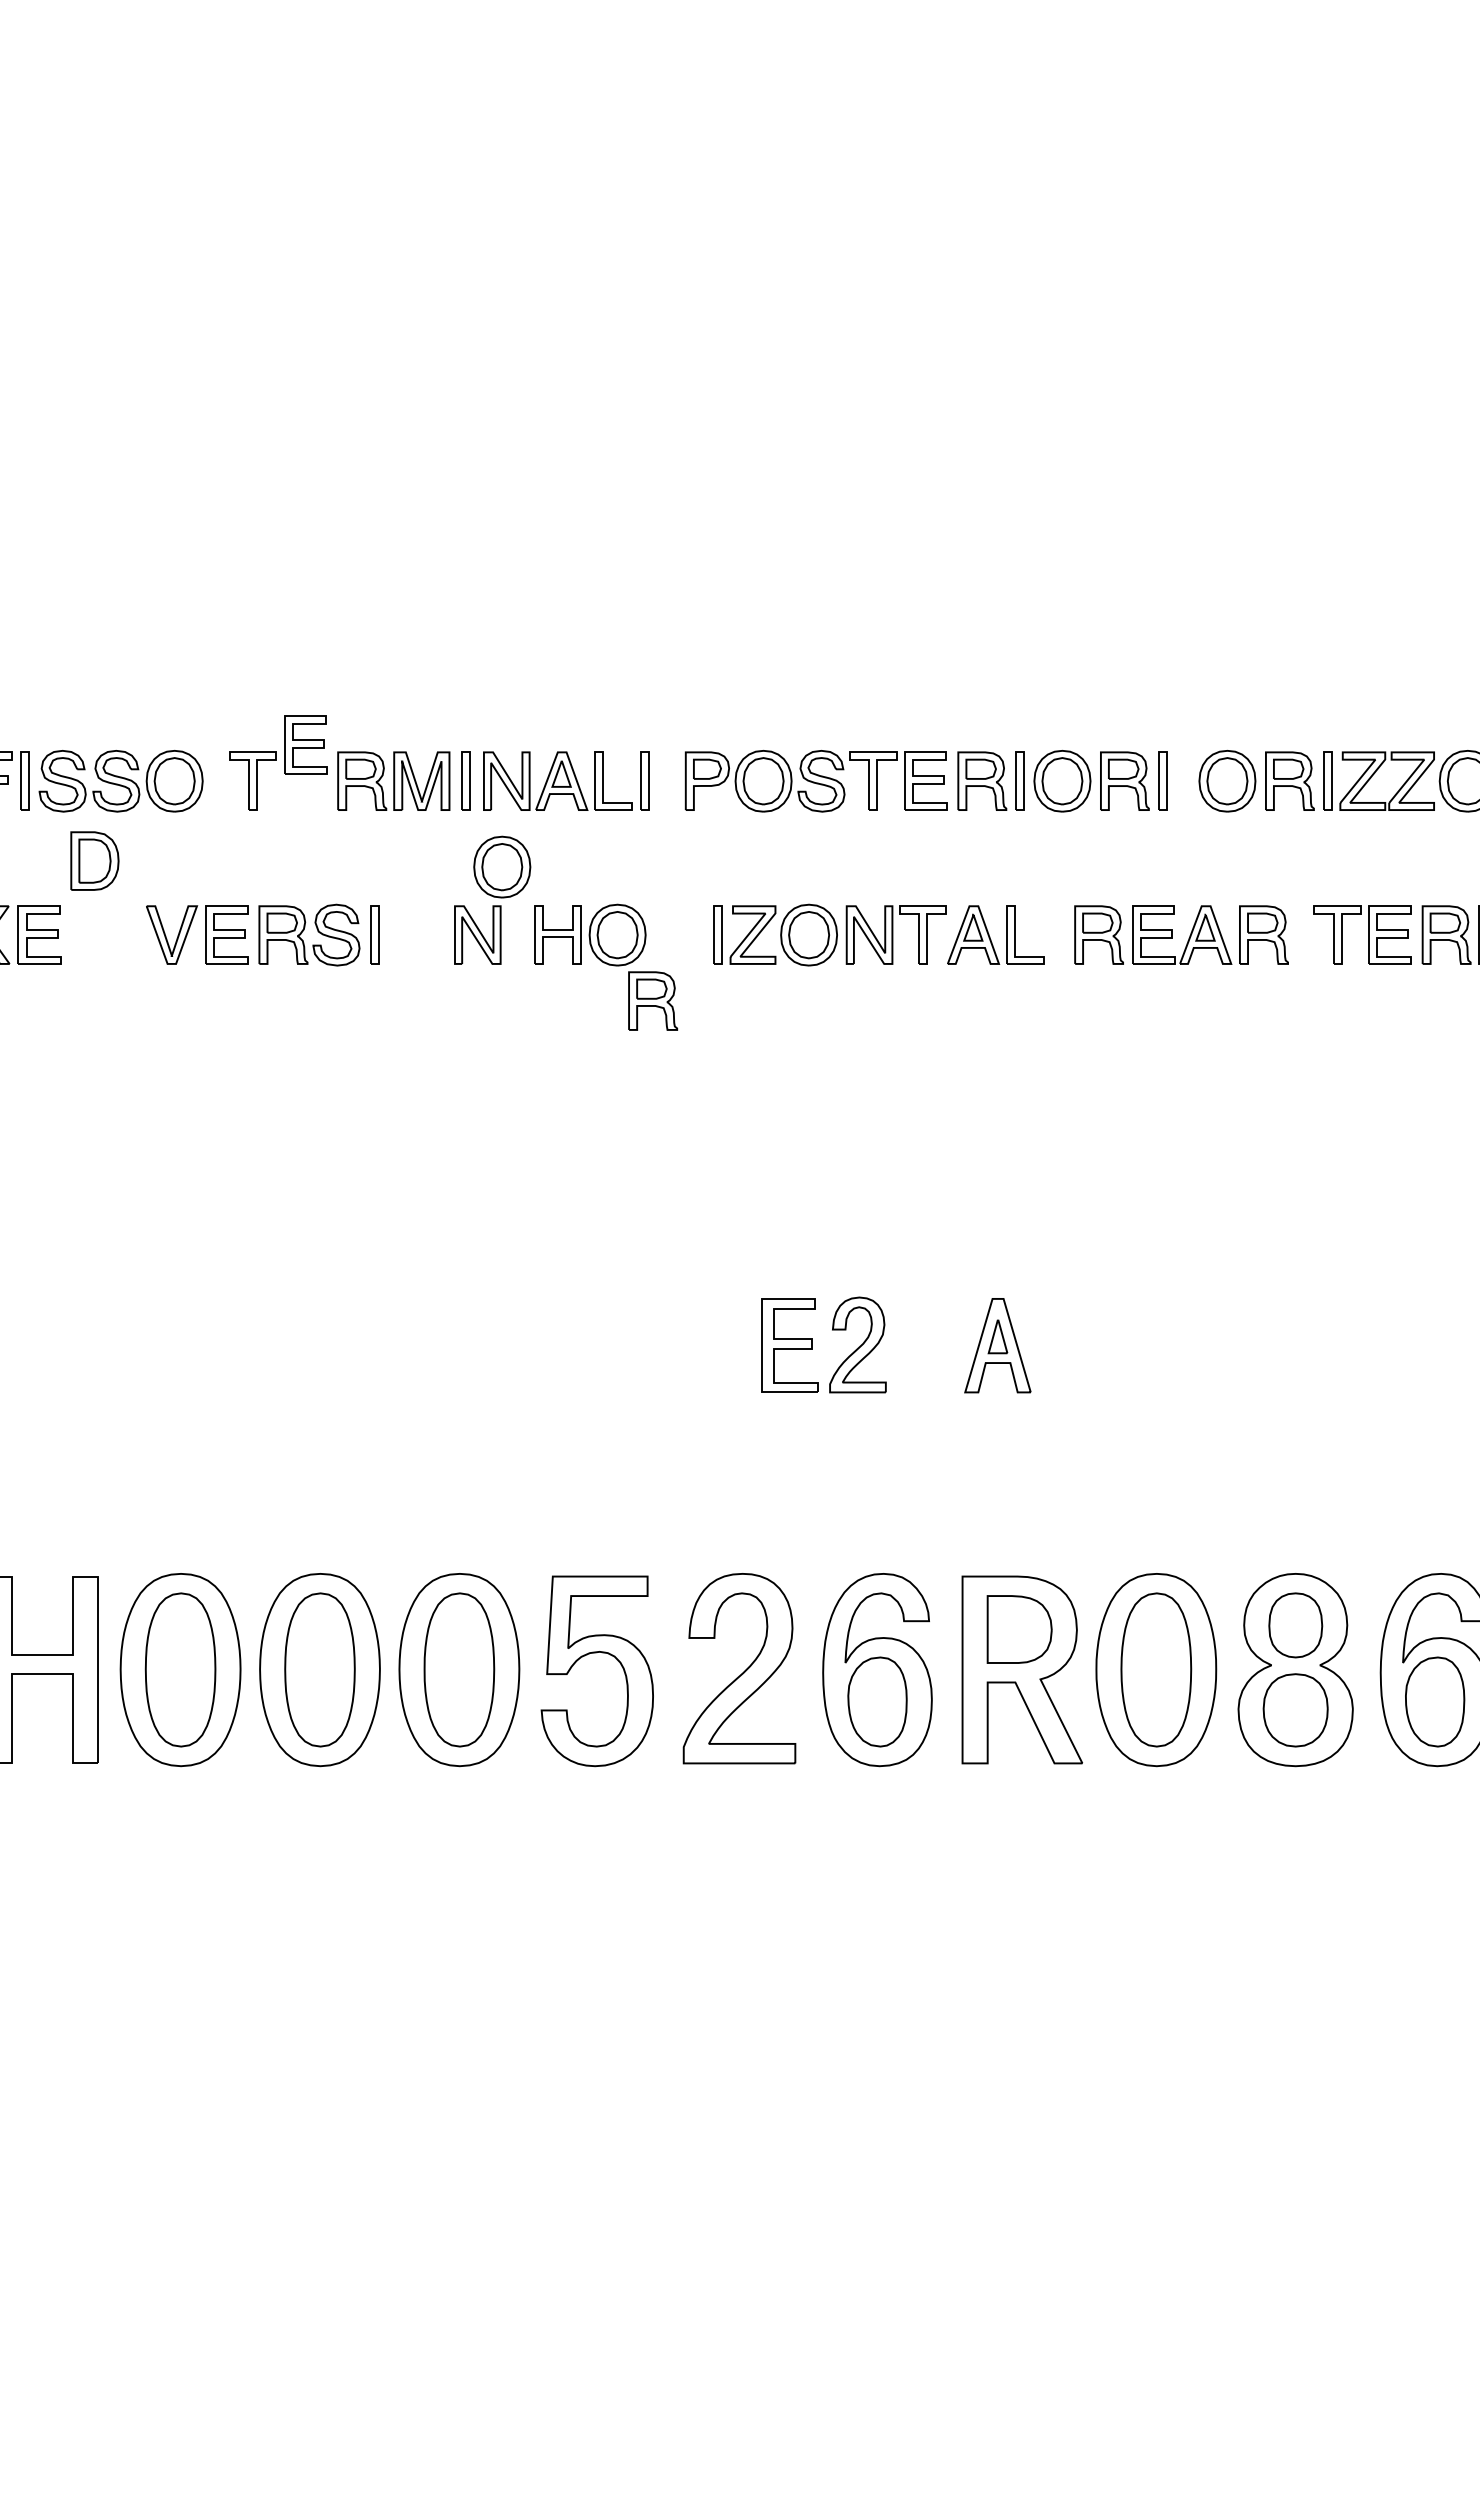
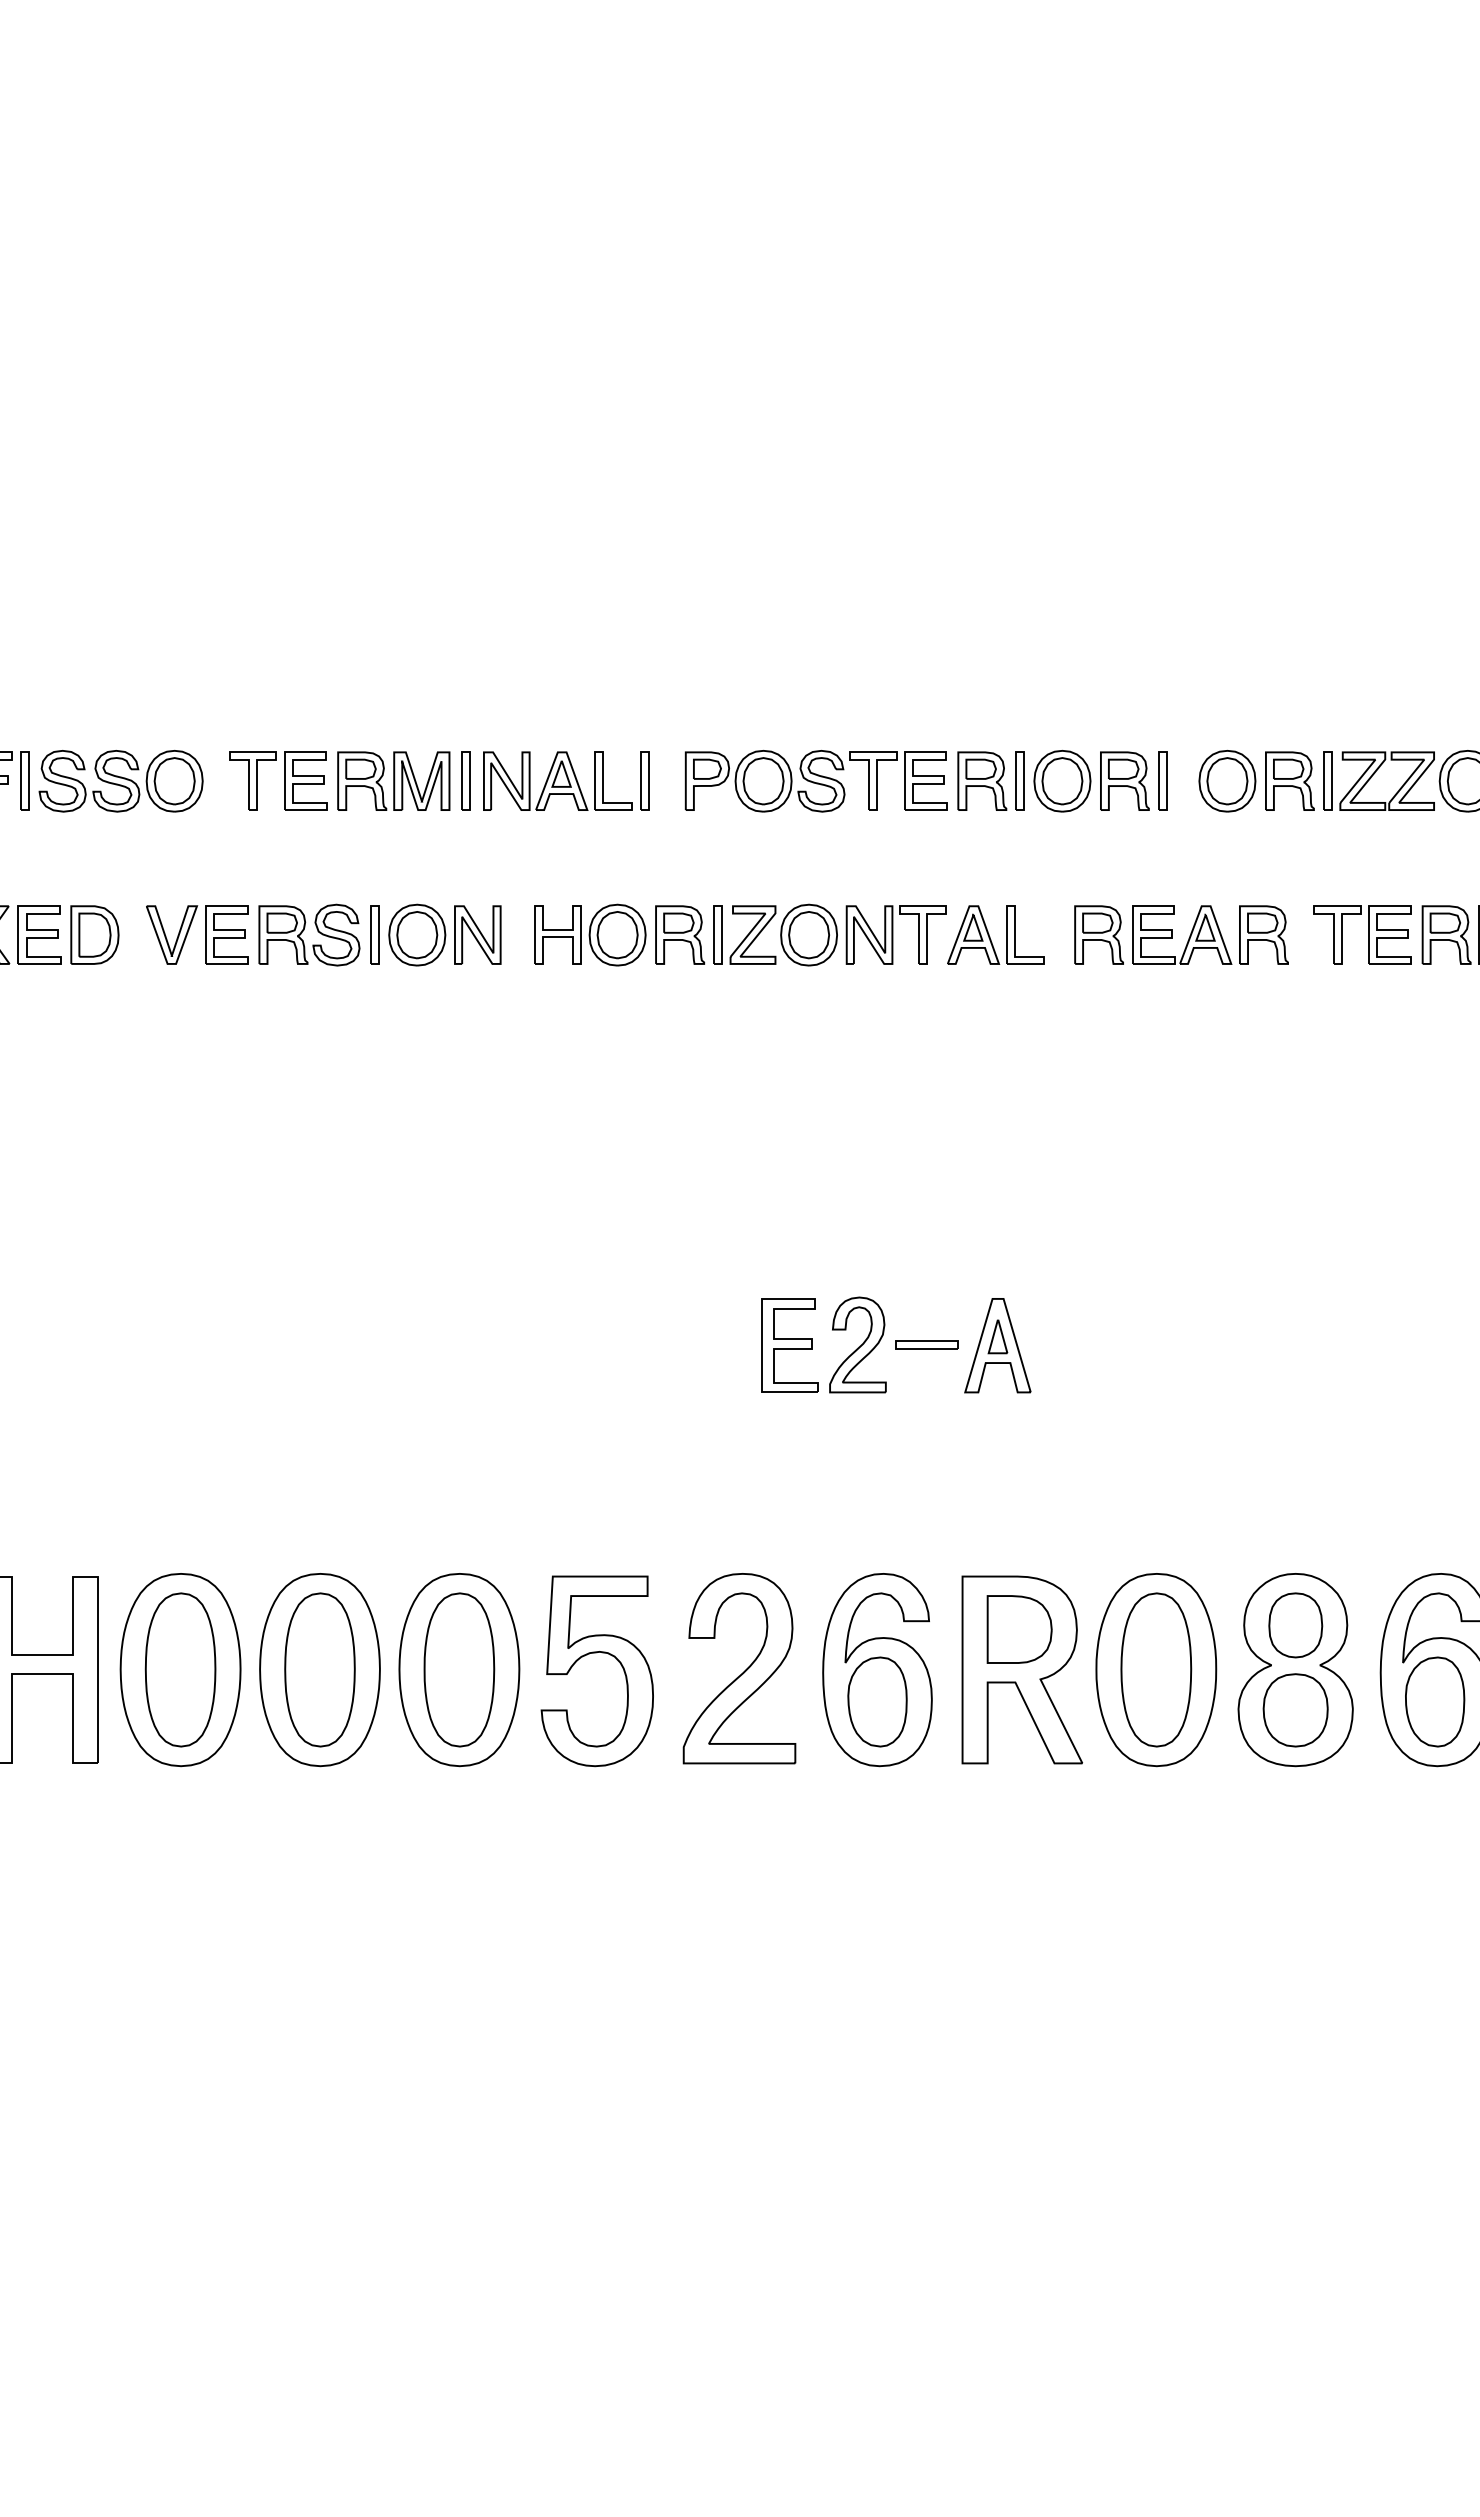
part at (305, 744) position: (305, 744) -> (305, 780)
part at (94, 860) position: (94, 860) -> (94, 934)
part at (502, 866) position: (502, 866) -> (417, 934)
part at (653, 1000) position: (653, 1000) -> (680, 934)
part at (926, 1344): none -> present
